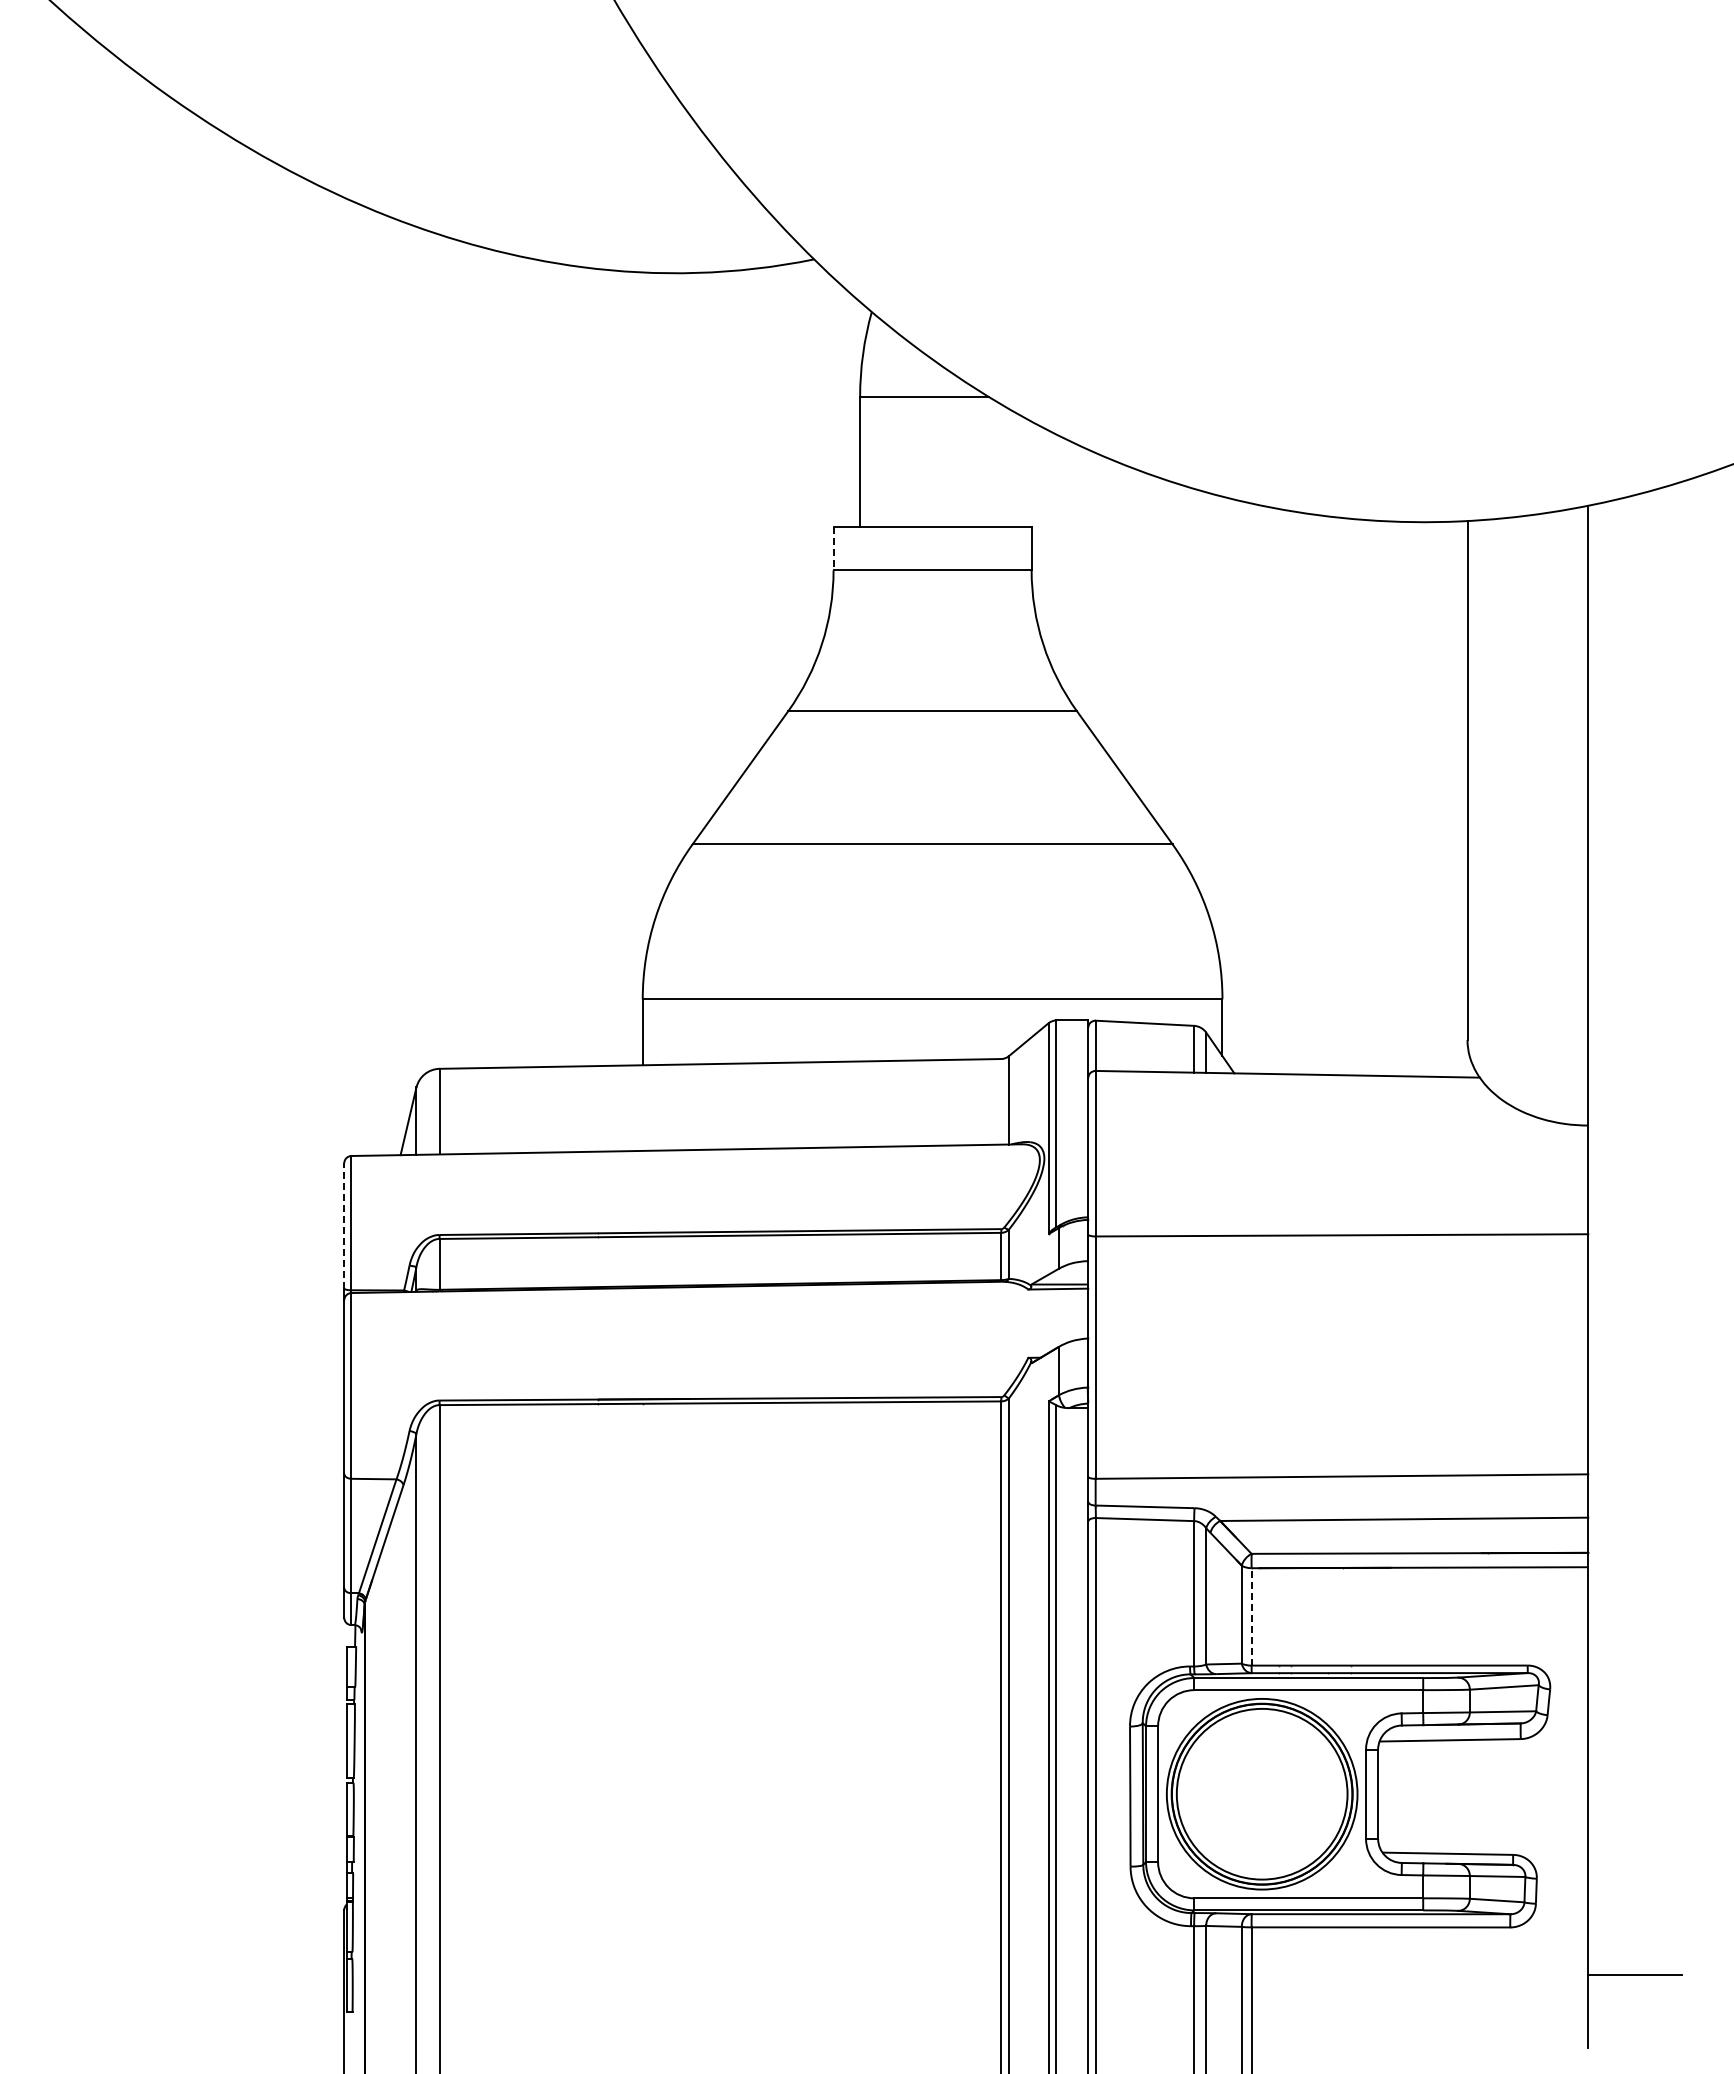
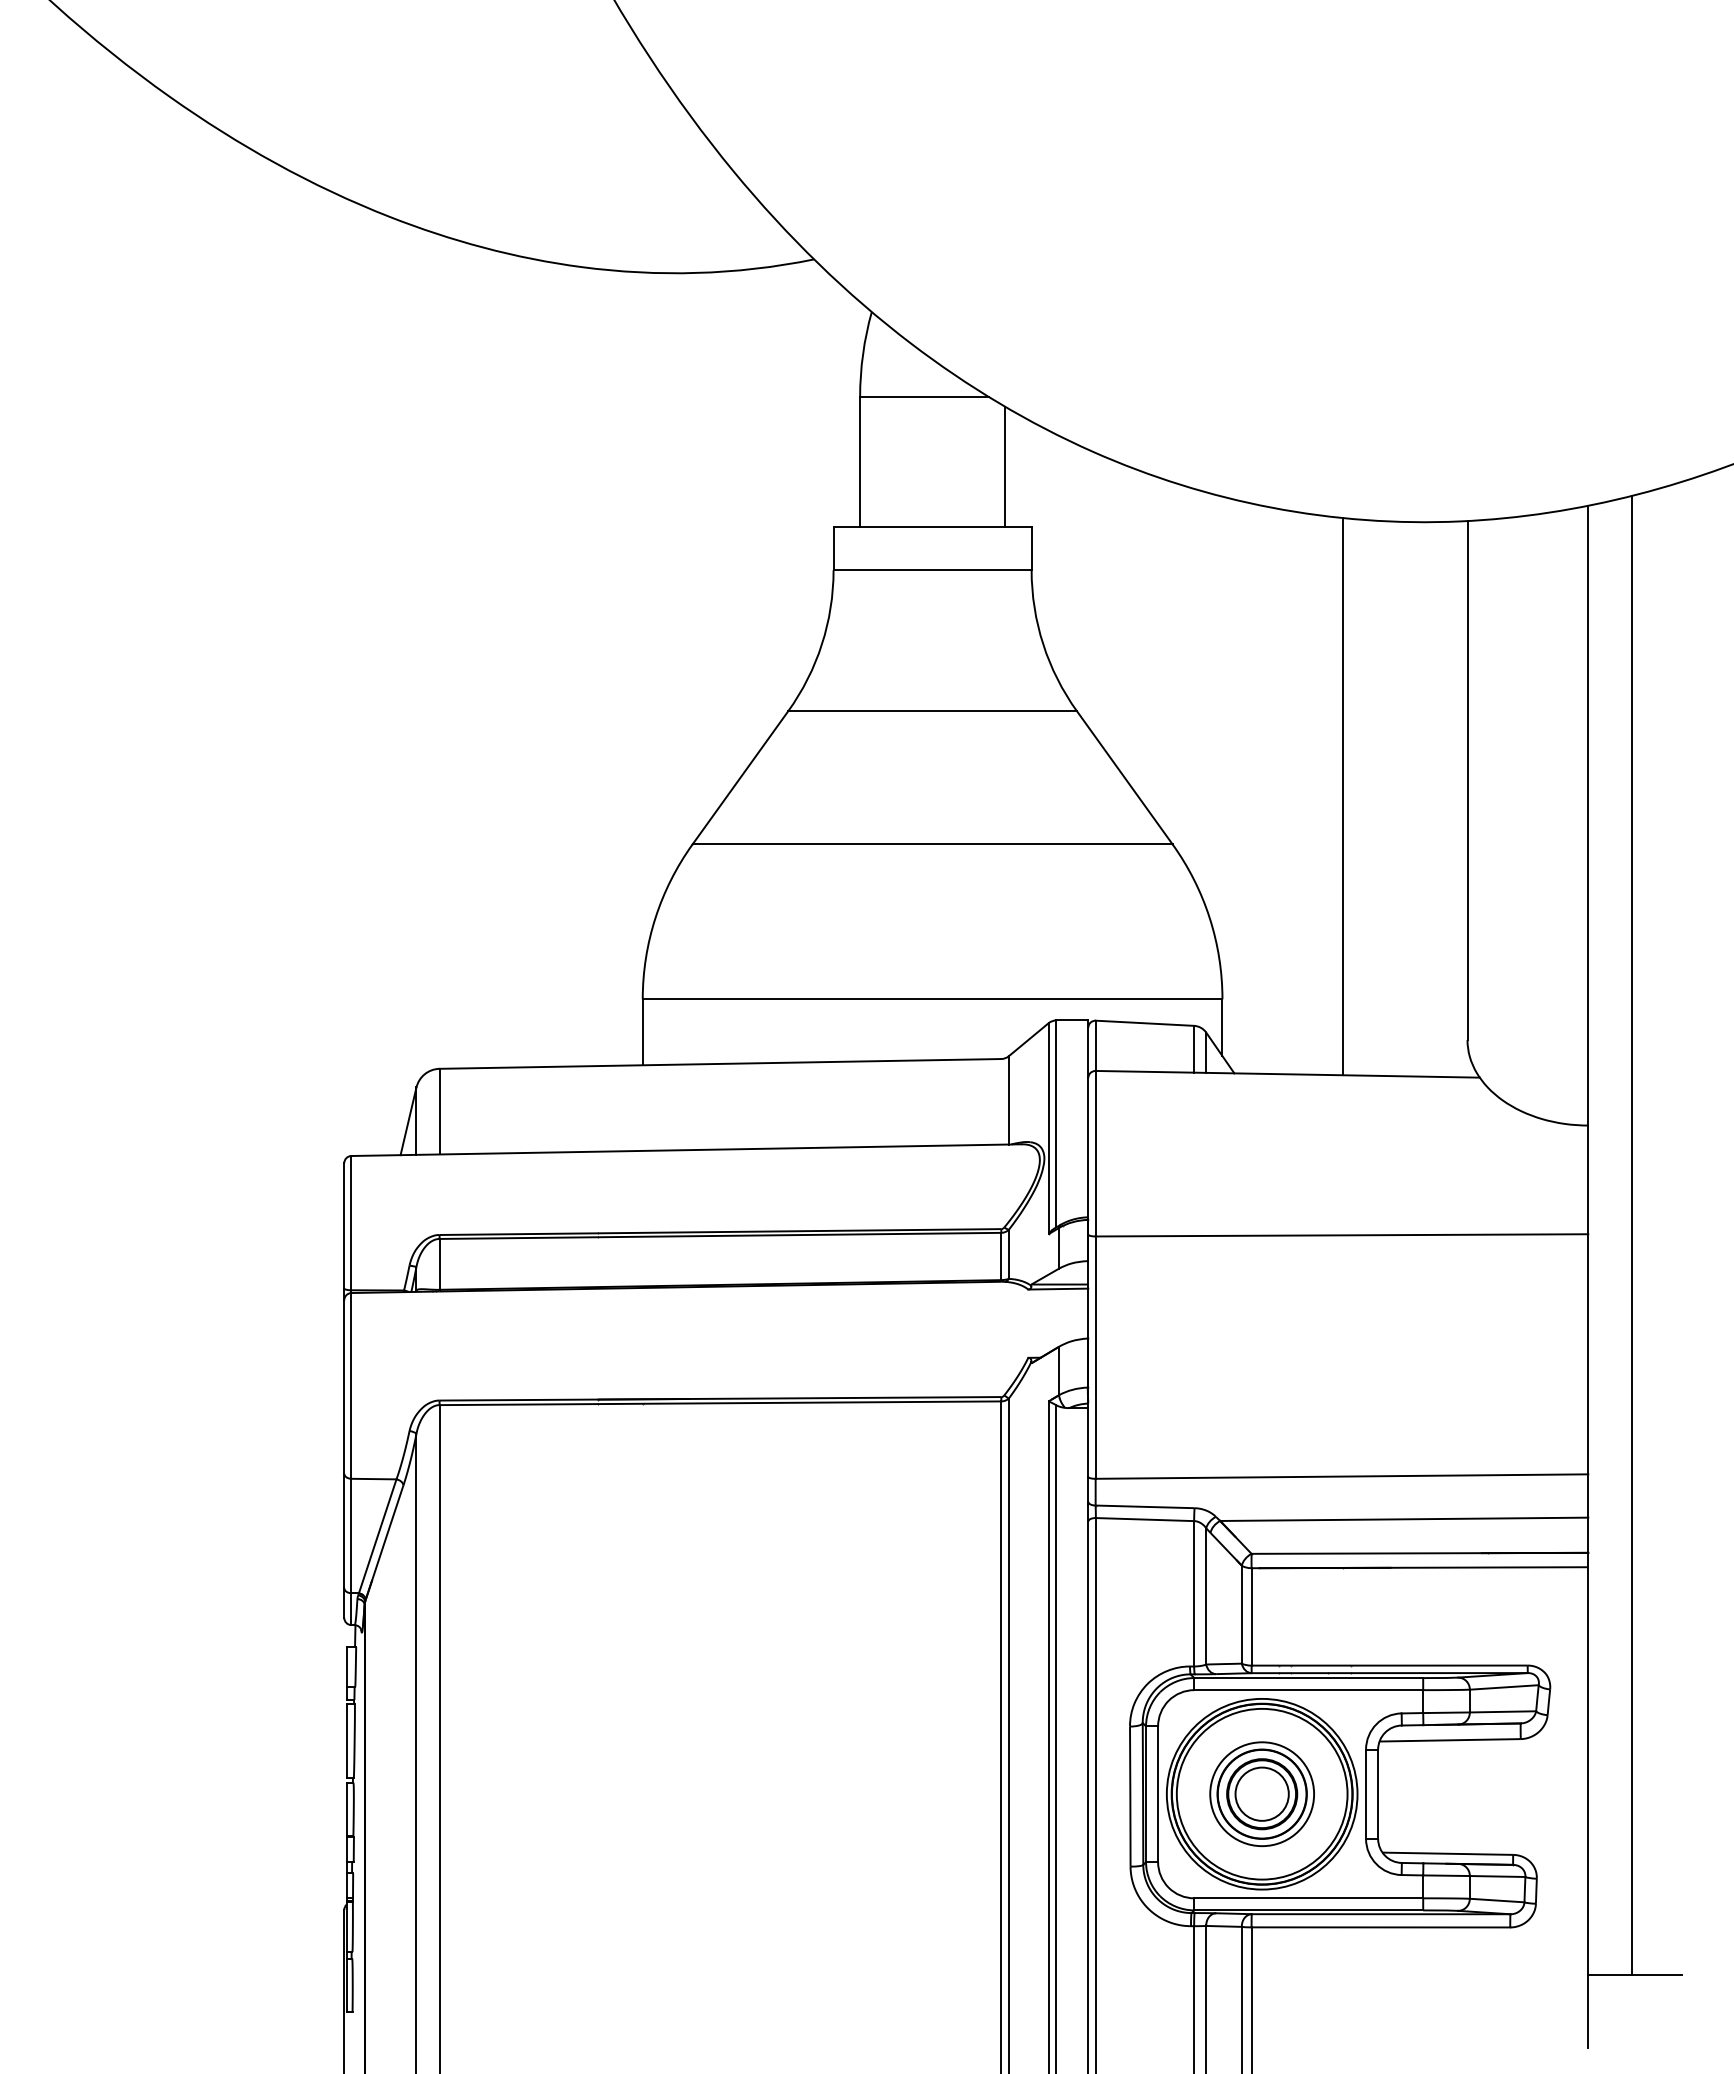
line at (1005, 466): none -> present
line at (833, 548): dashed -> solid
line at (1343, 796): none -> present
line at (344, 1225): dashed -> solid
line at (1631, 1235): none -> present
line at (1251, 1616): dashed -> solid
part at (1261, 1794): none -> present
